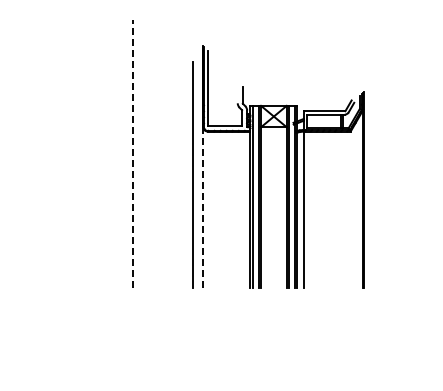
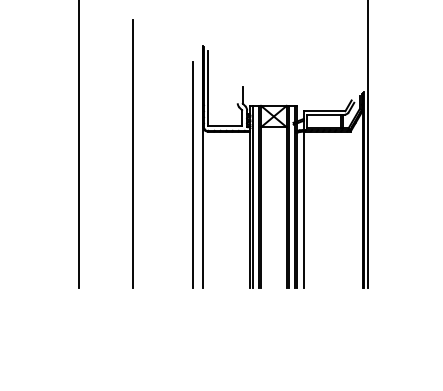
line at (79, 144): none -> present
line at (368, 144): none -> present
line at (132, 154): dashed -> solid
line at (203, 206): dashed -> solid
